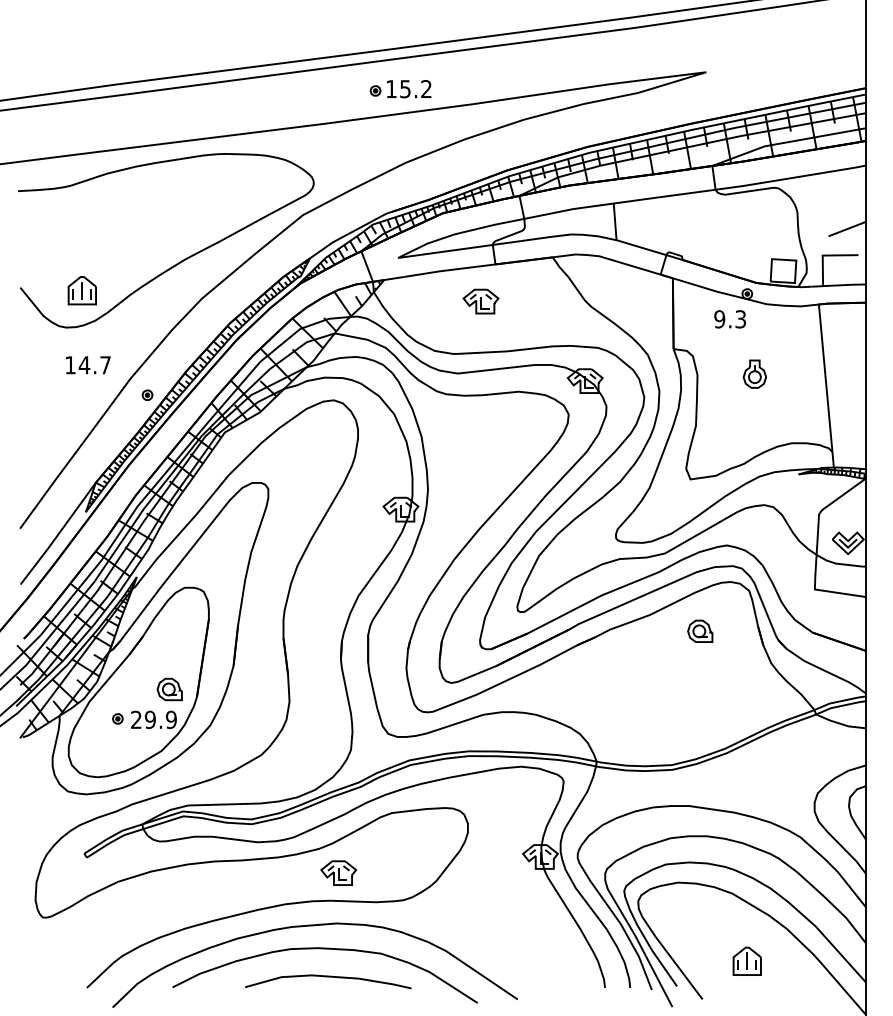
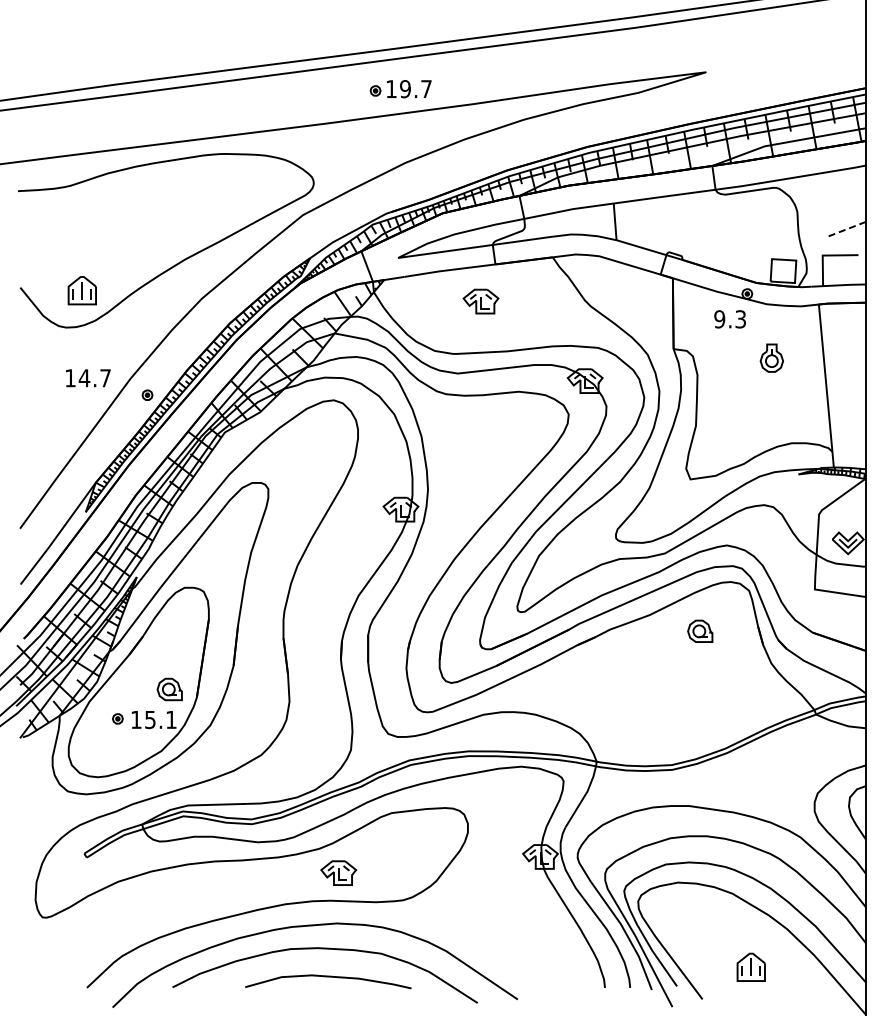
text at (415, 88): 15.2 -> 19.7
line at (847, 228): solid -> dashed
text at (88, 365) position: (88, 365) -> (88, 378)
part at (754, 373) position: (754, 373) -> (771, 357)
text at (153, 719): 29.9 -> 15.1
part at (746, 960) position: (746, 960) -> (750, 966)
